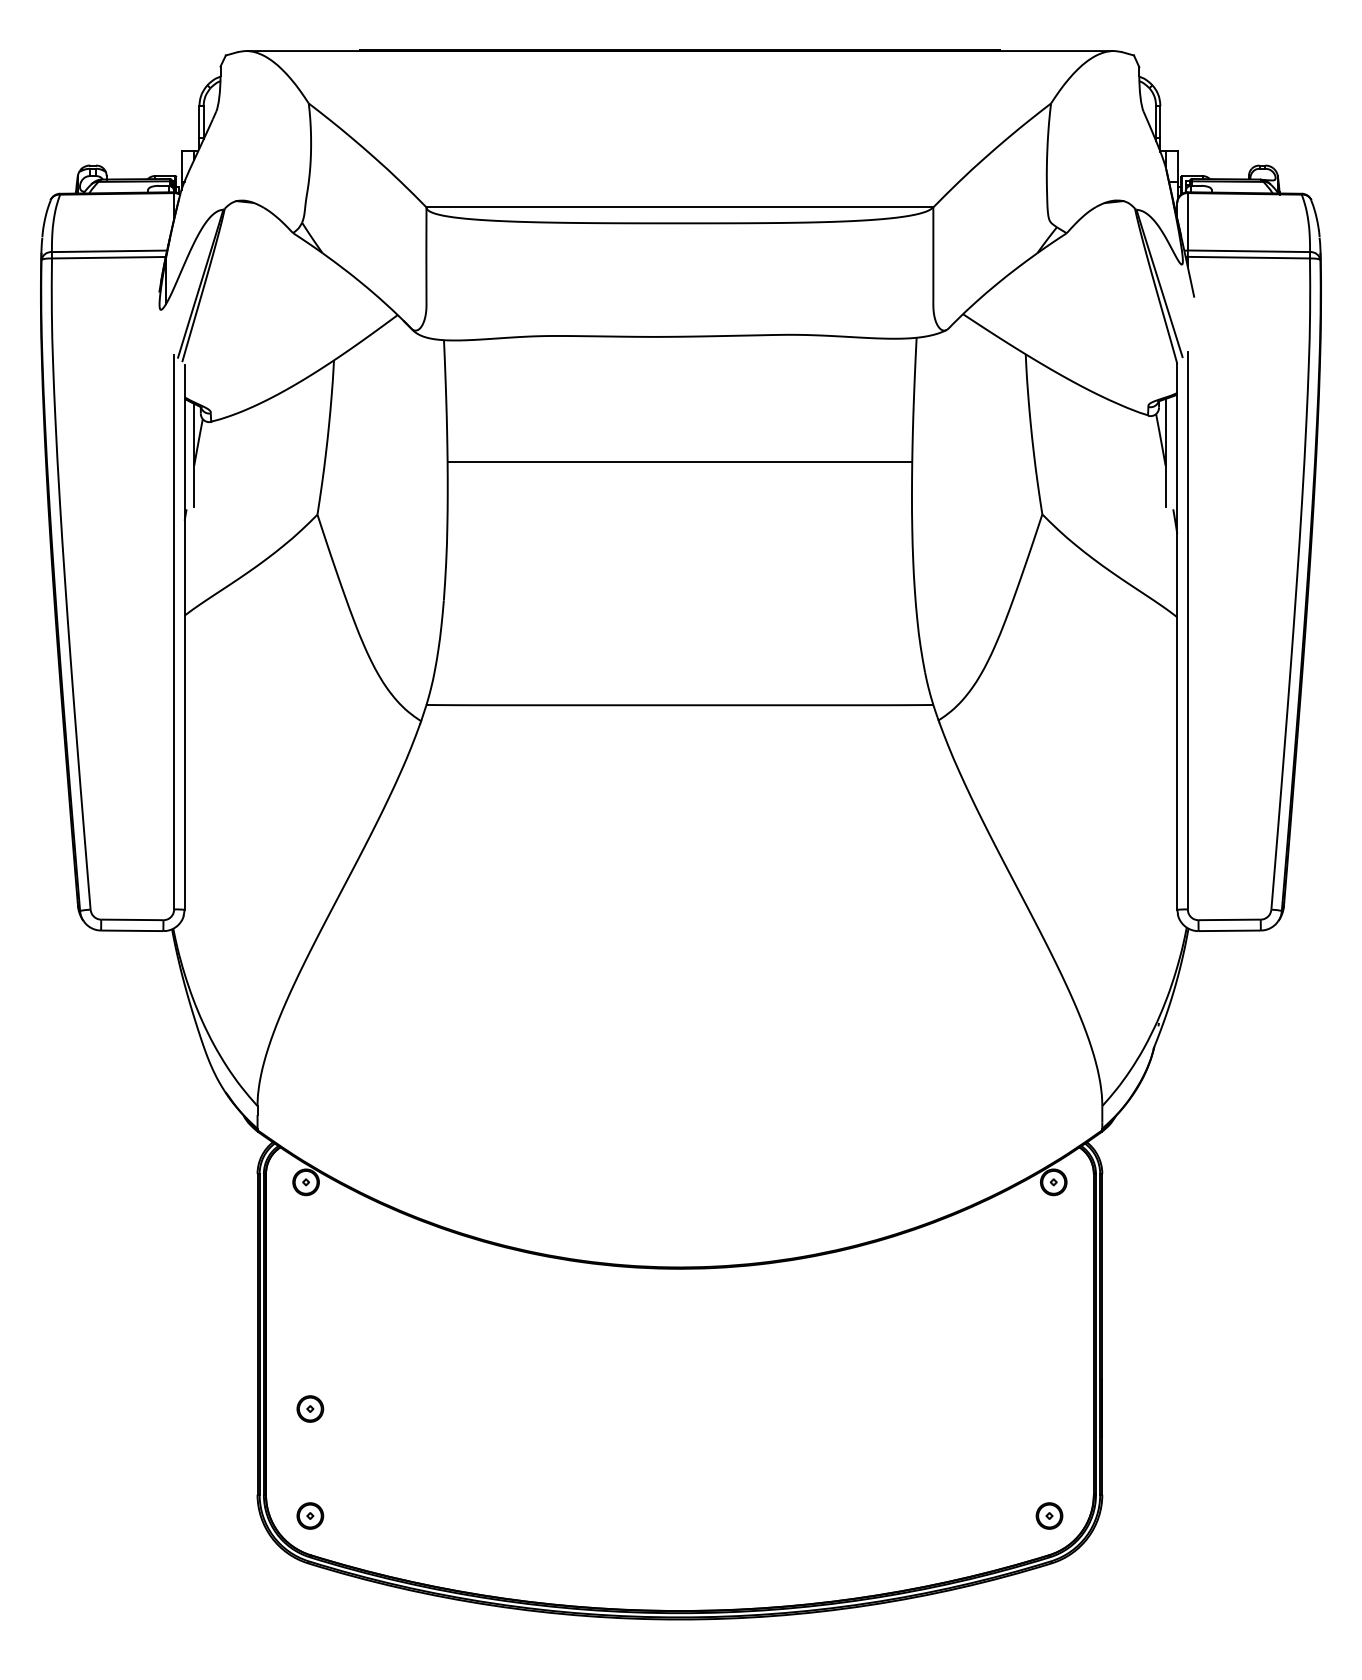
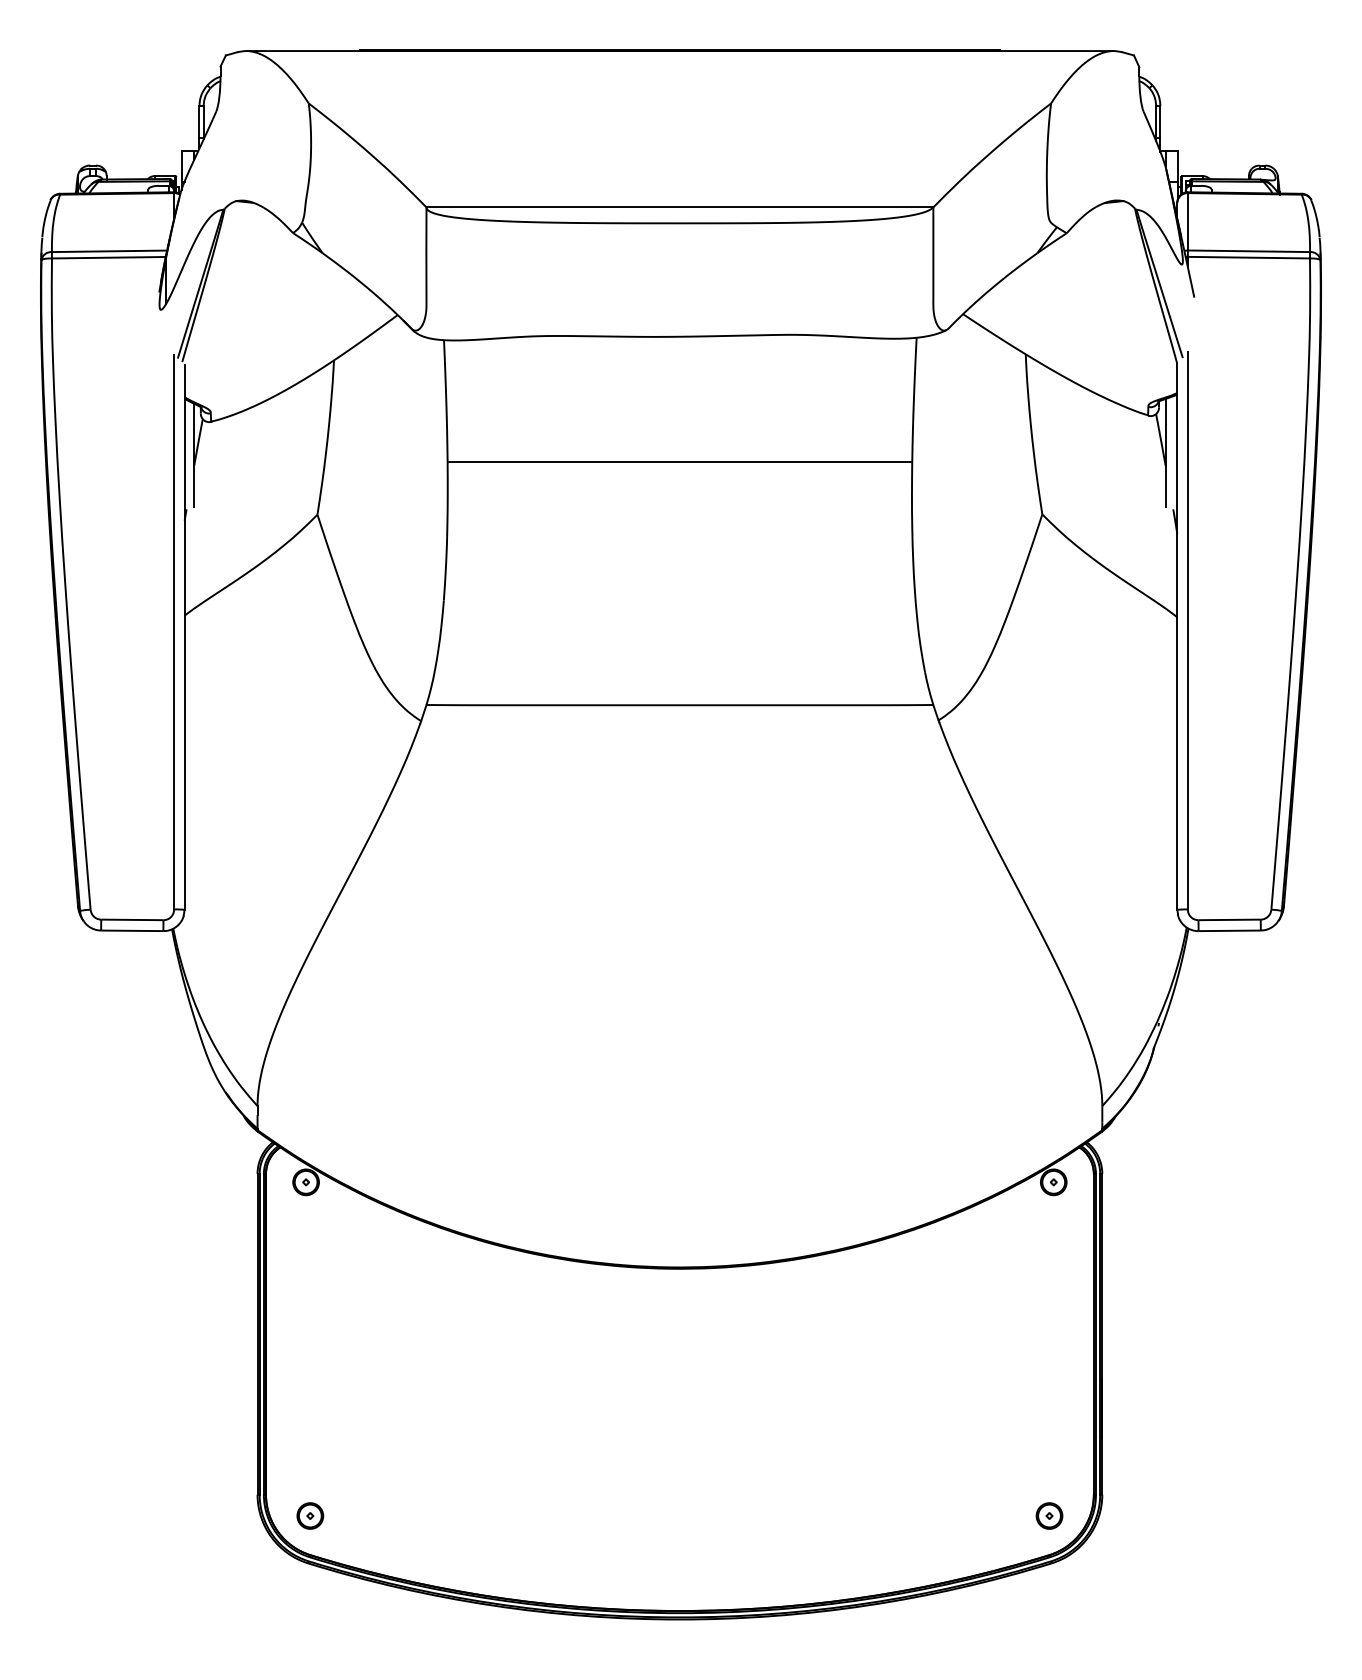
part at (310, 1408): present -> none
